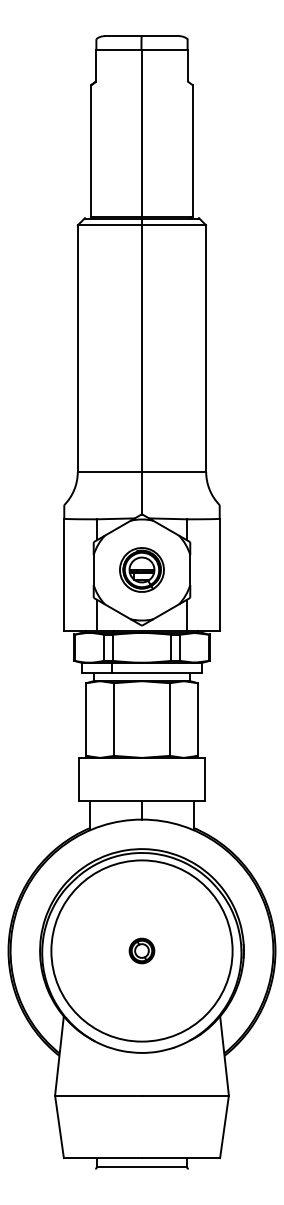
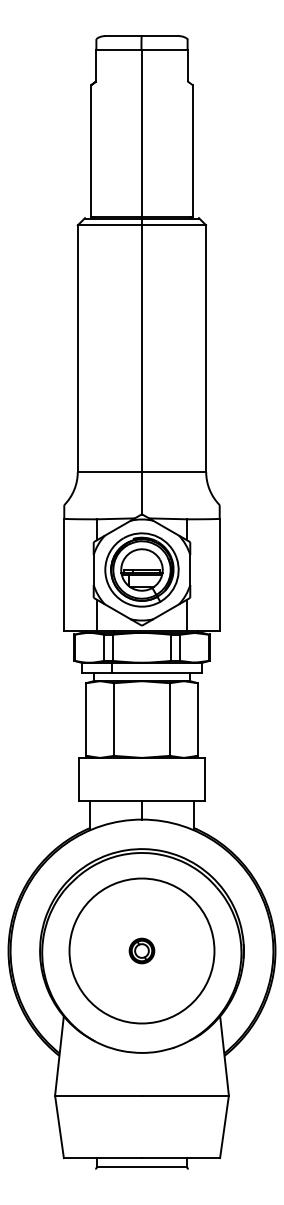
part at (141, 569) size: 46x46 px -> 76x76 px
circle at (141, 950) diameter: 181 px -> 145 px
